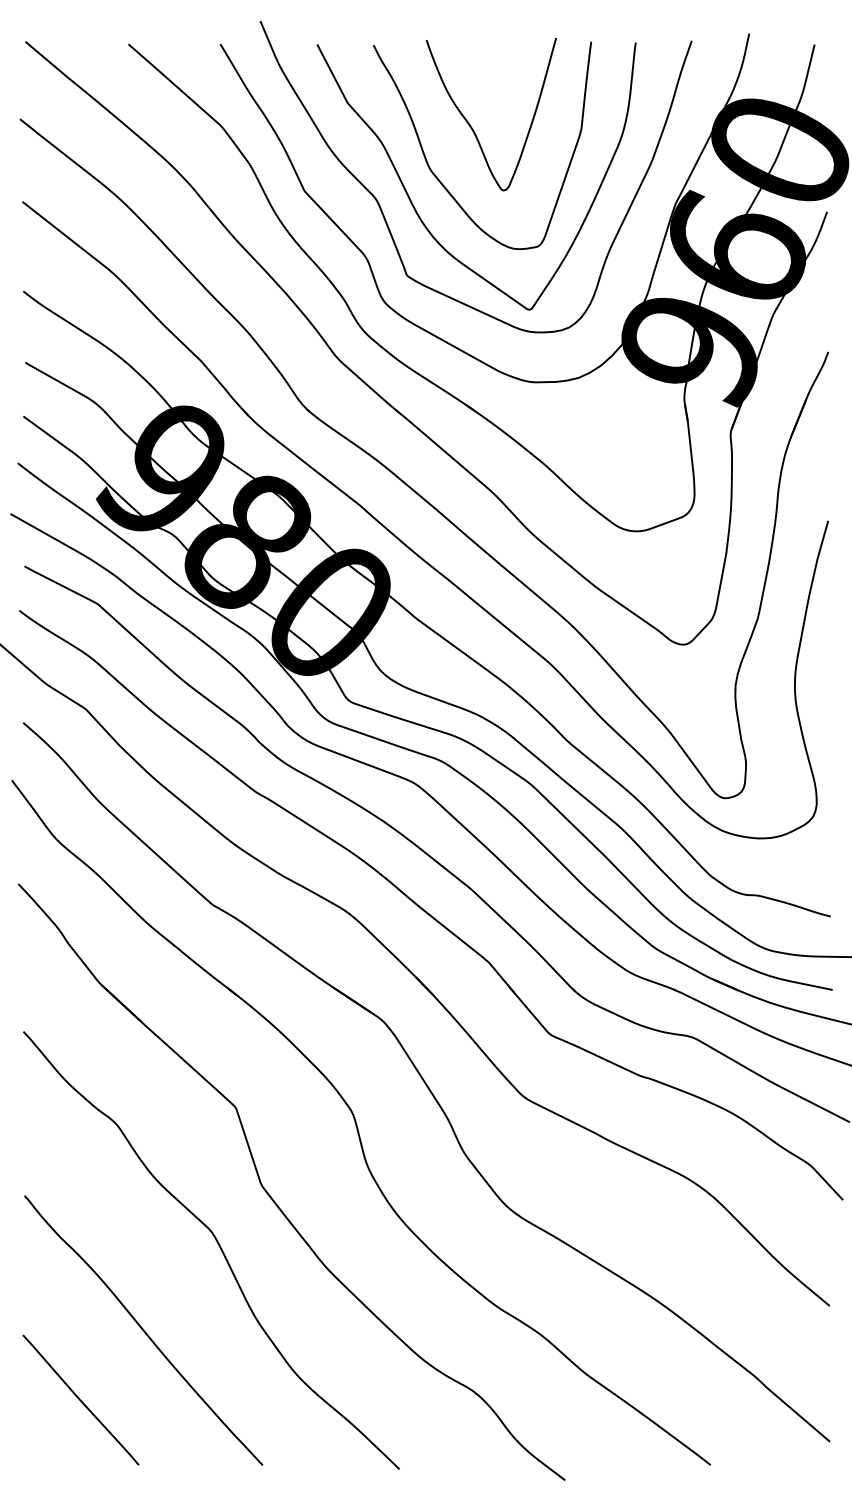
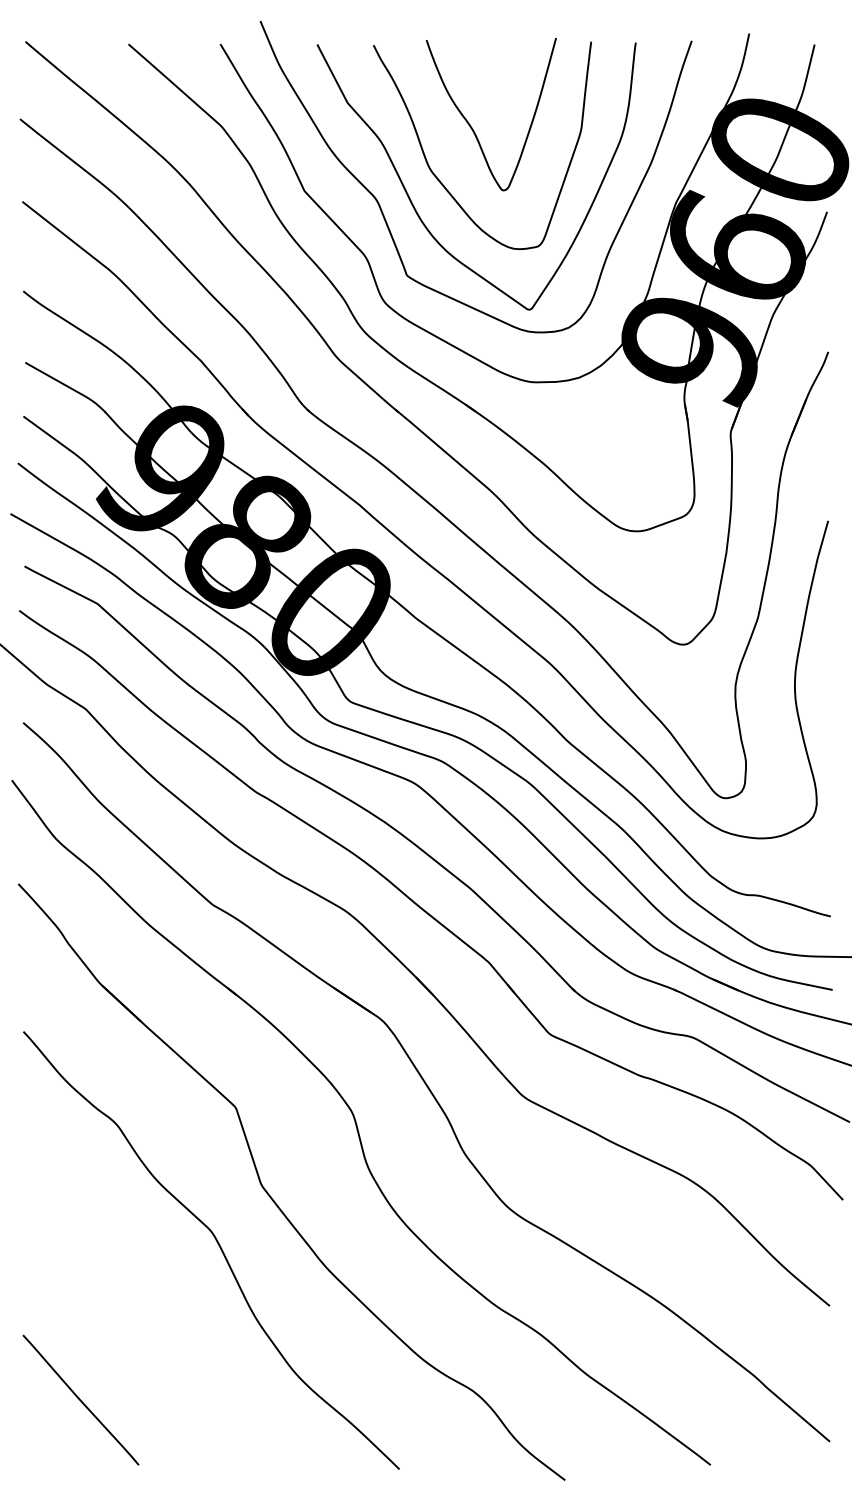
curve at (143, 1330): present -> none
